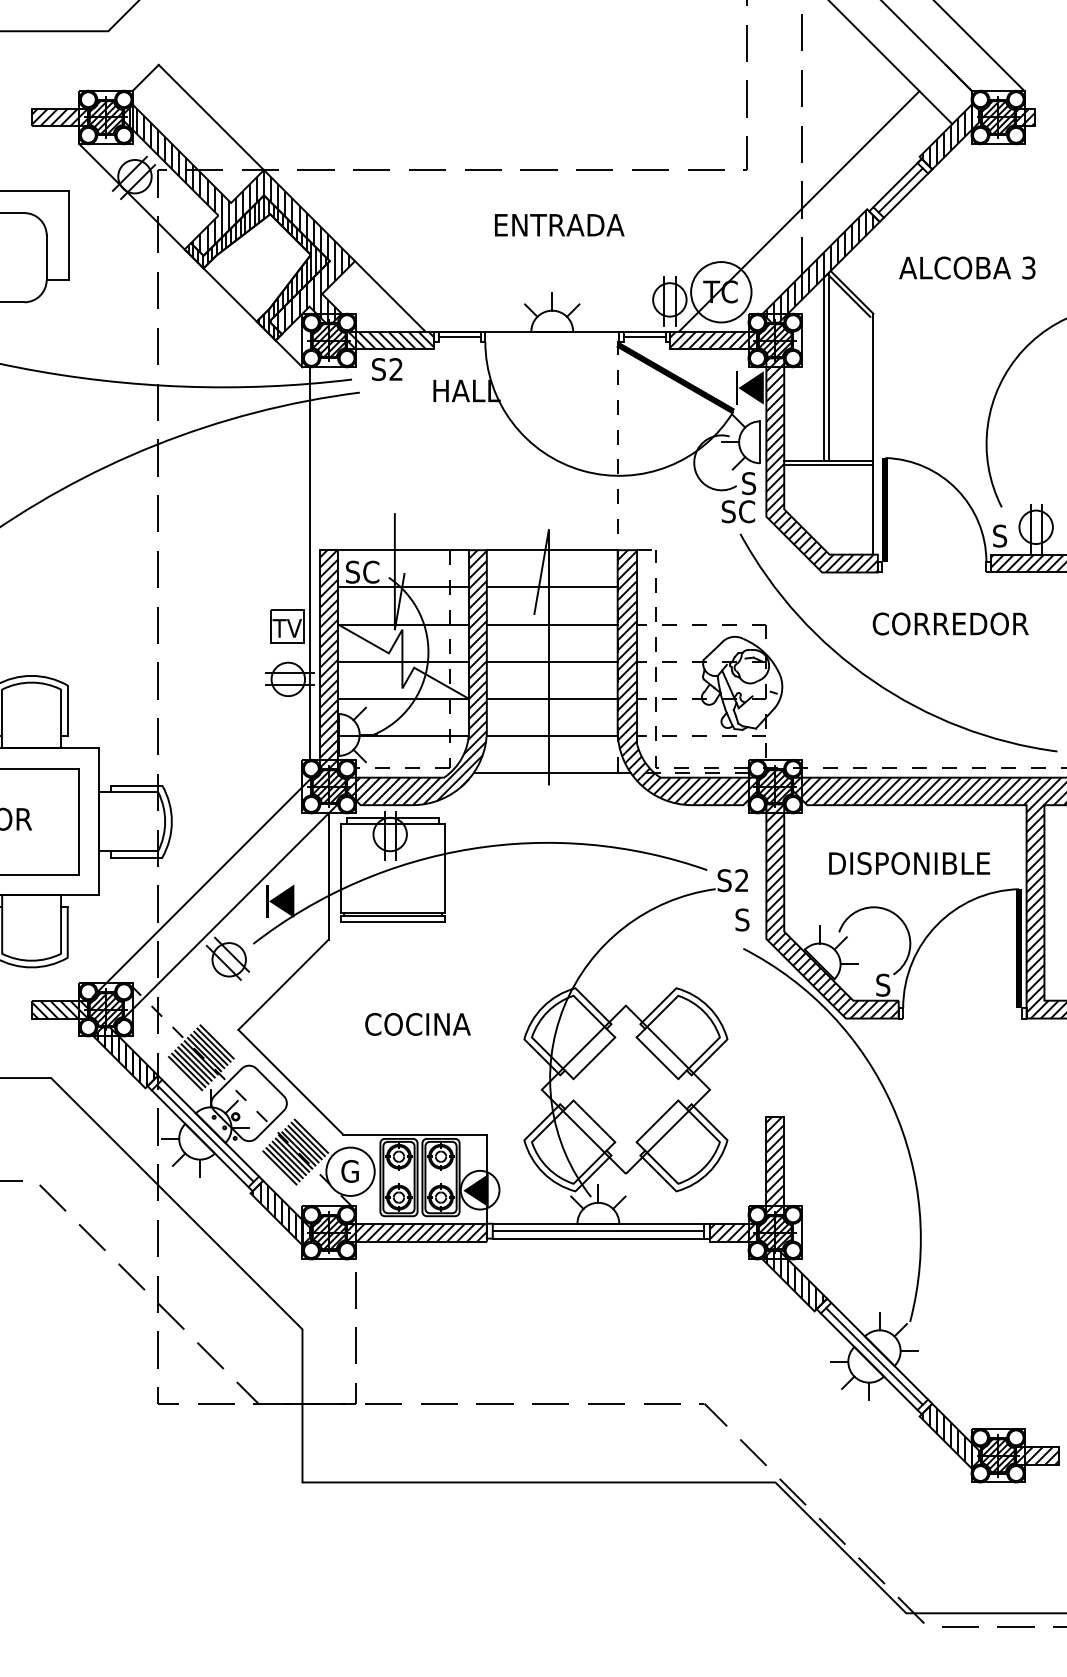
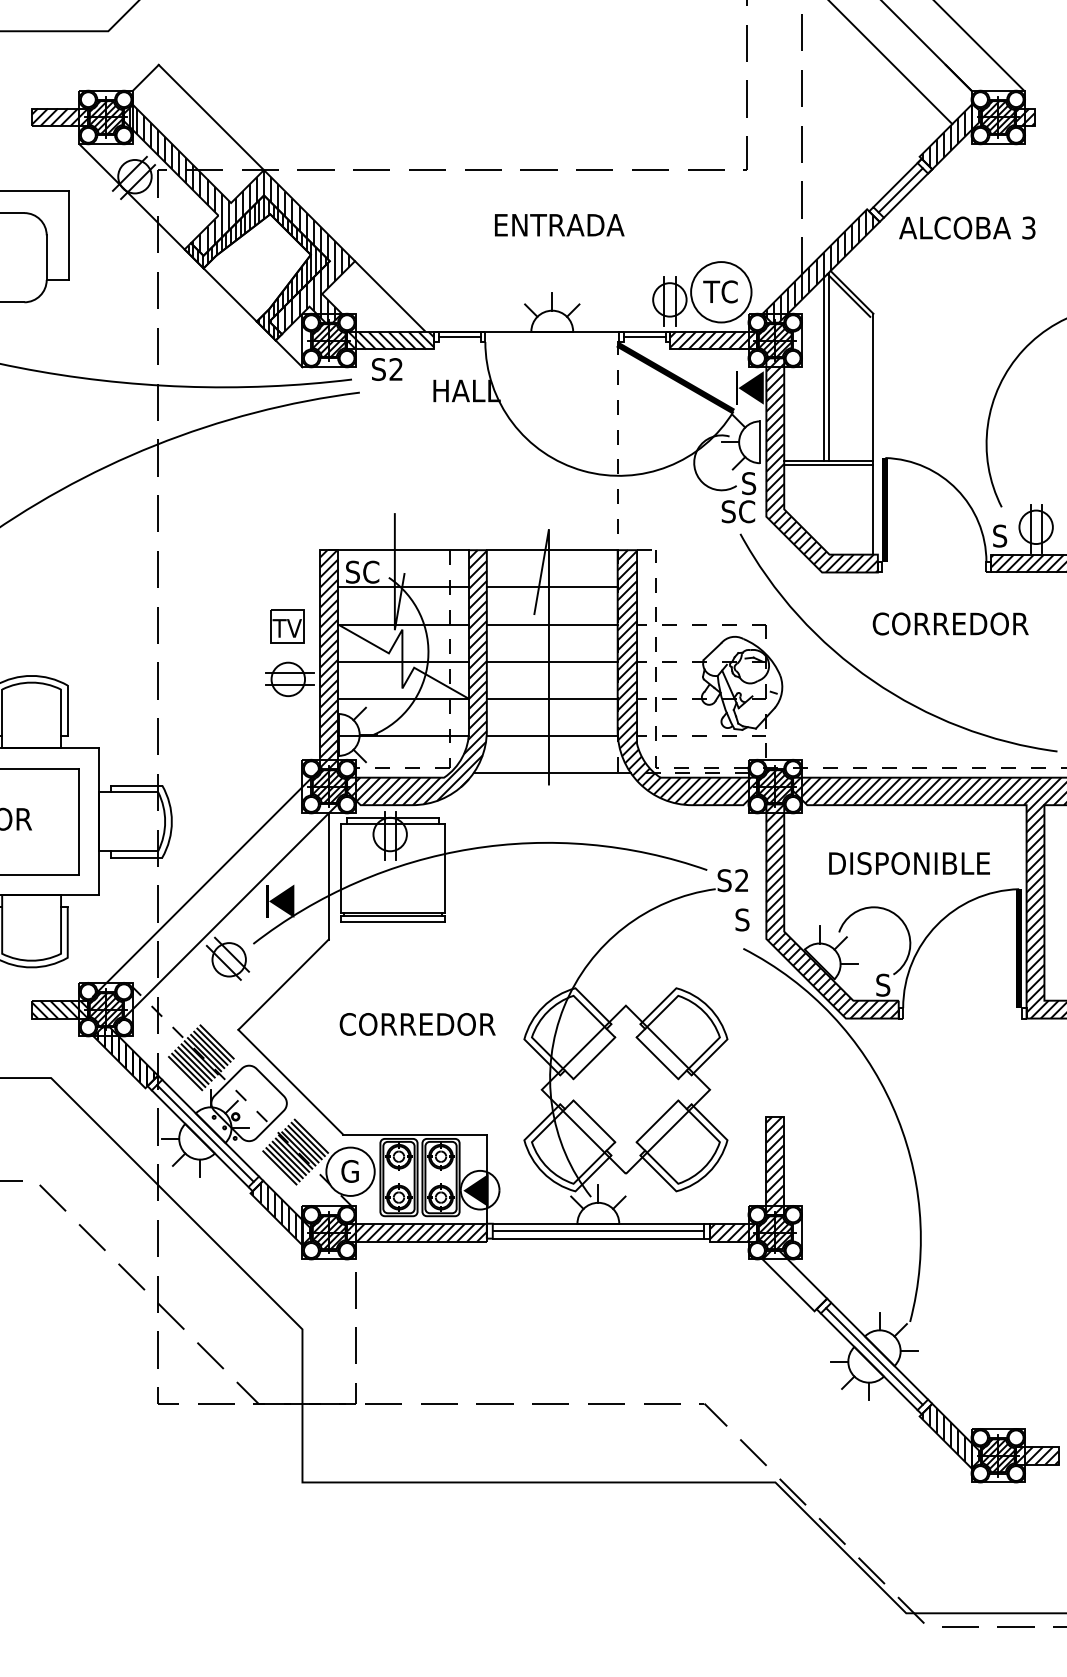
line at (799, 211): present -> none
text at (967, 267) position: (967, 267) -> (967, 227)
line at (309, 563): present -> none
text at (417, 1024): COCINA -> CORREDOR
hatch at (794, 1279): present -> none
